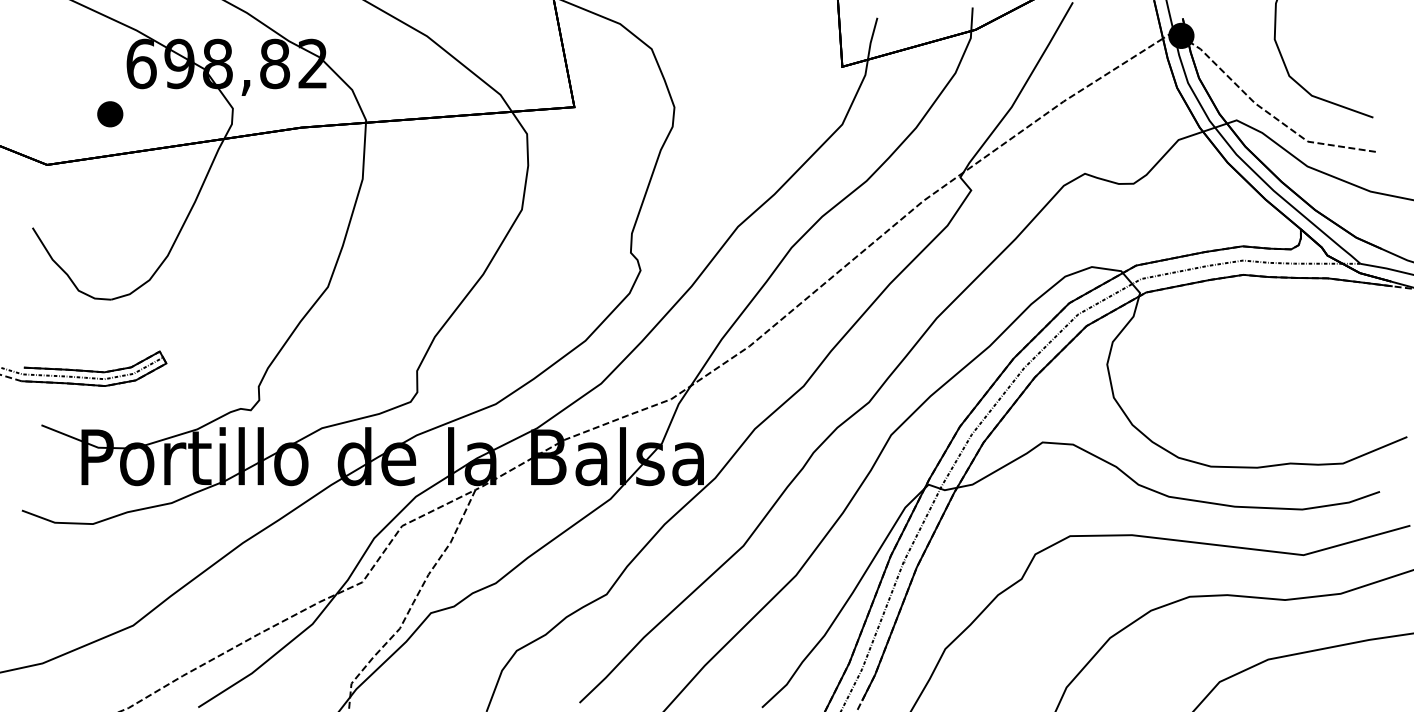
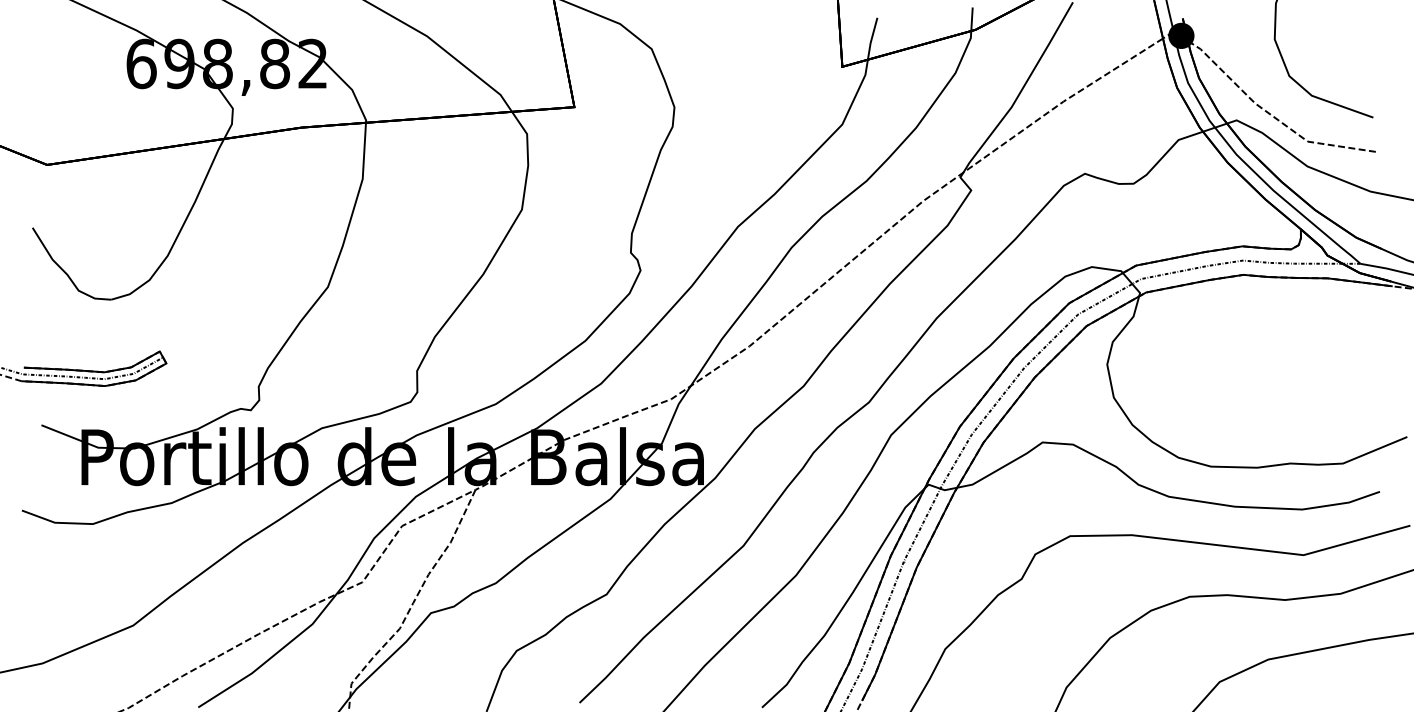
part at (110, 114): present -> none
